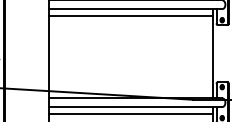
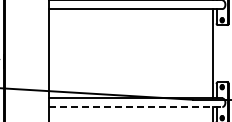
line at (130, 15): present -> none
line at (135, 107): solid -> dashed
line at (130, 113): present -> none
